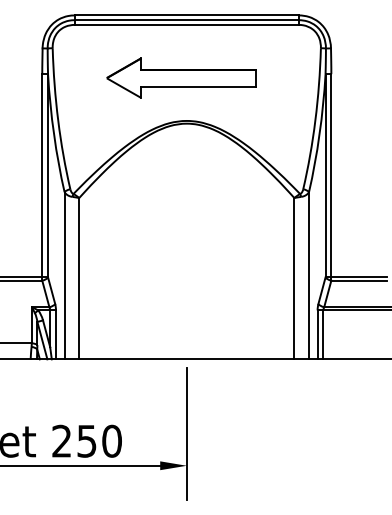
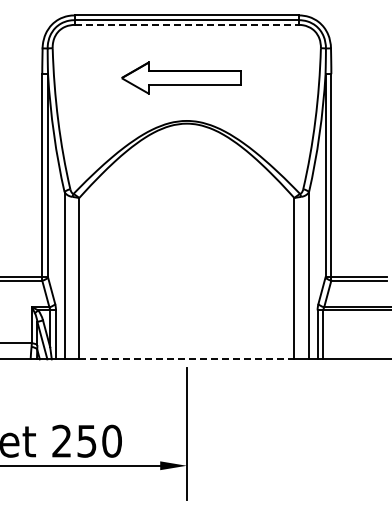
line at (187, 24): solid -> dashed
part at (181, 77) size: 151x42 px -> 121x34 px
line at (186, 359): solid -> dashed
